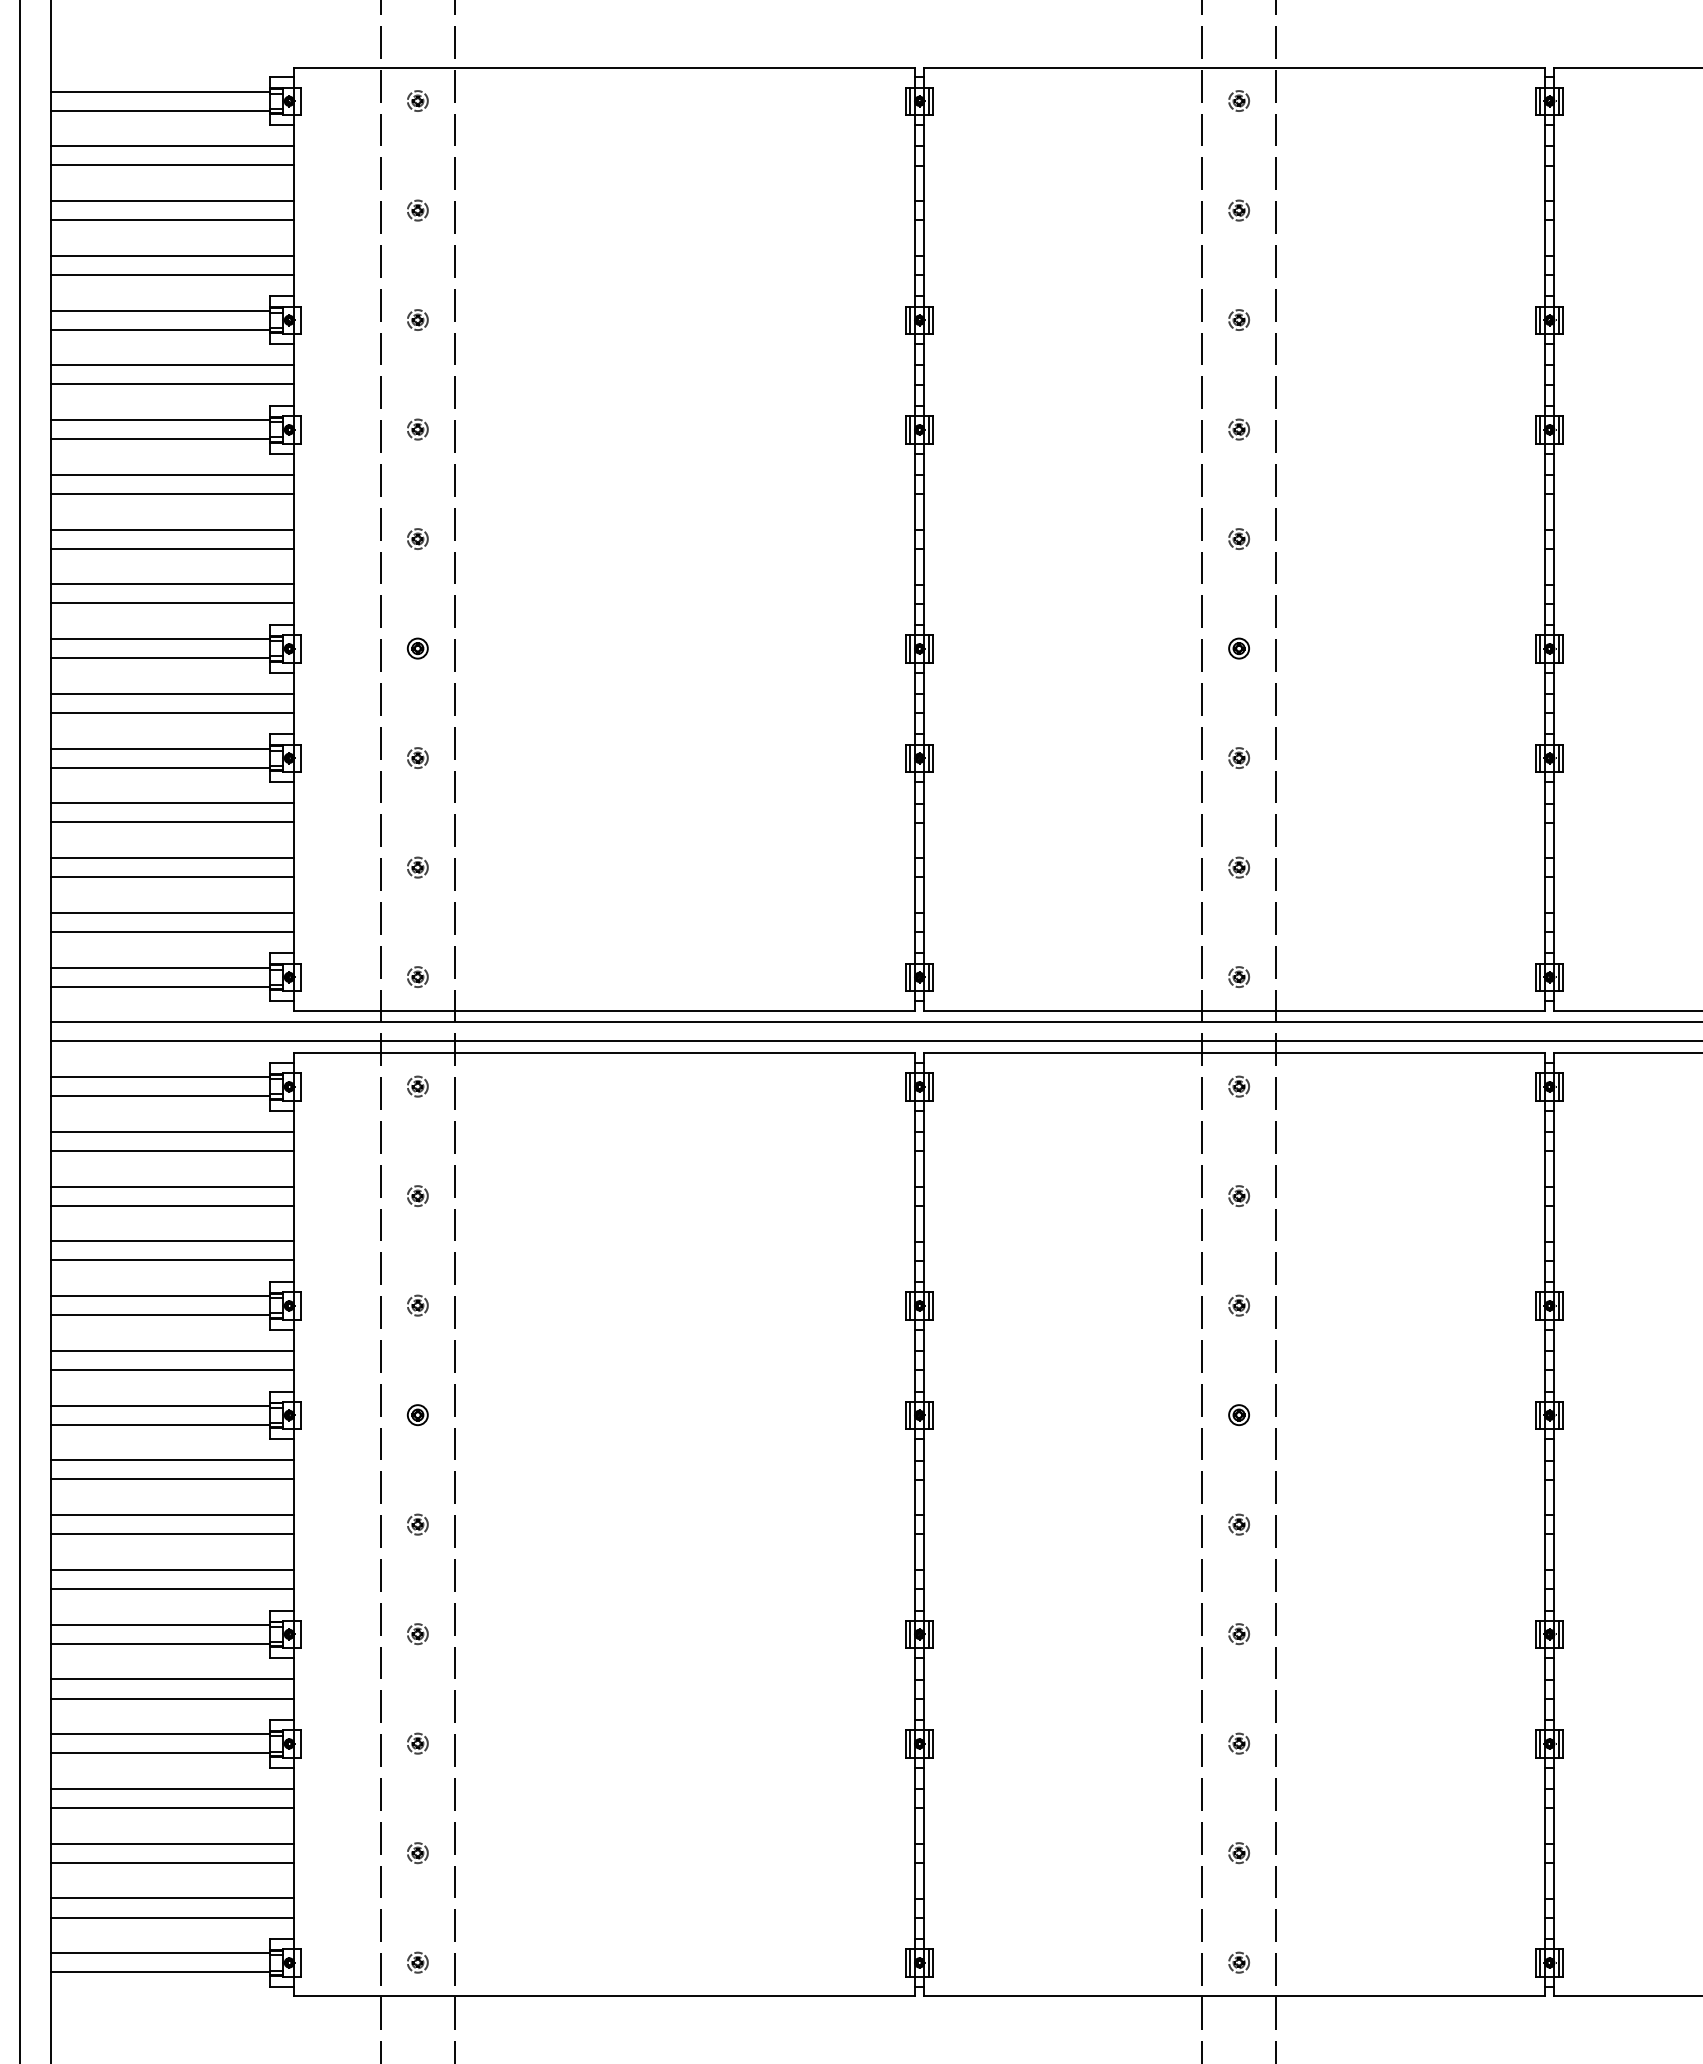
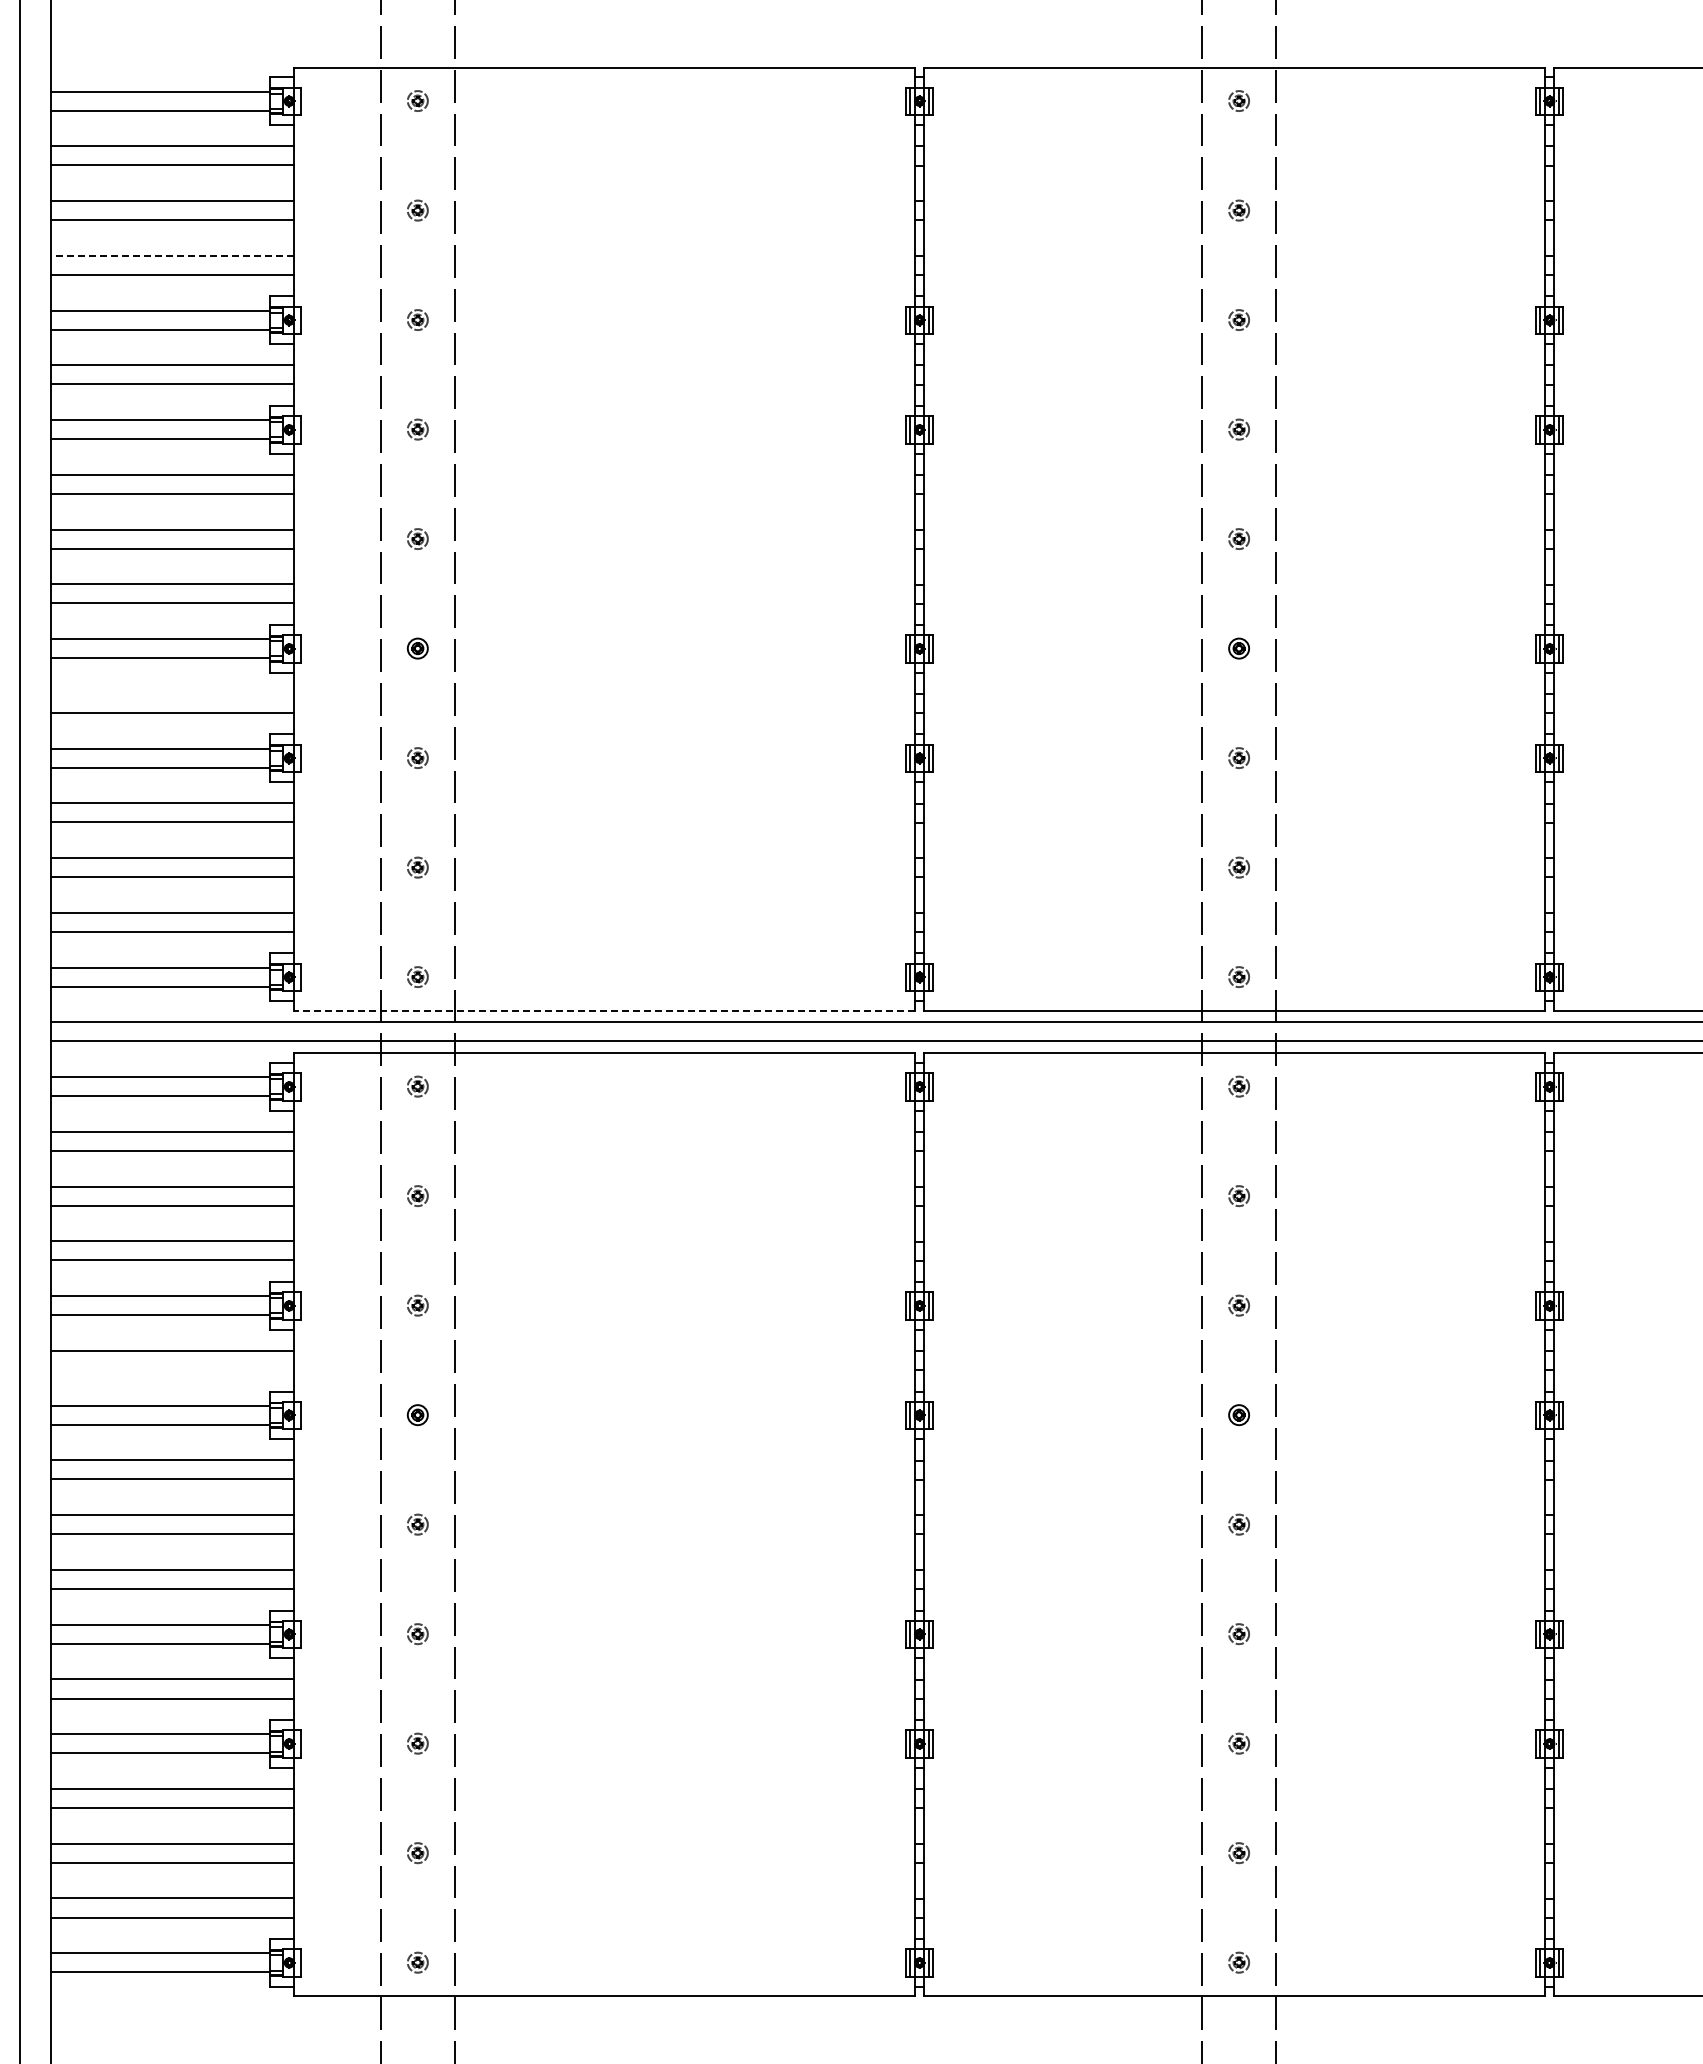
line at (172, 255): solid -> dashed
line at (172, 693): present -> none
line at (603, 1010): solid -> dashed
line at (172, 1369): present -> none
